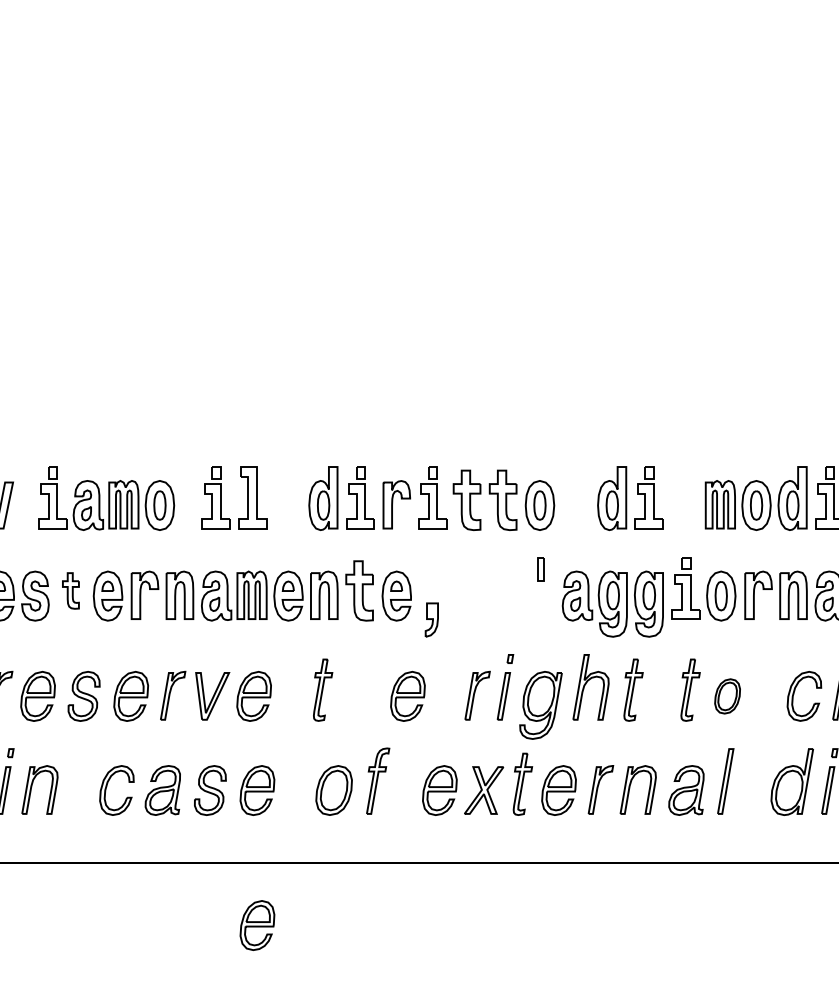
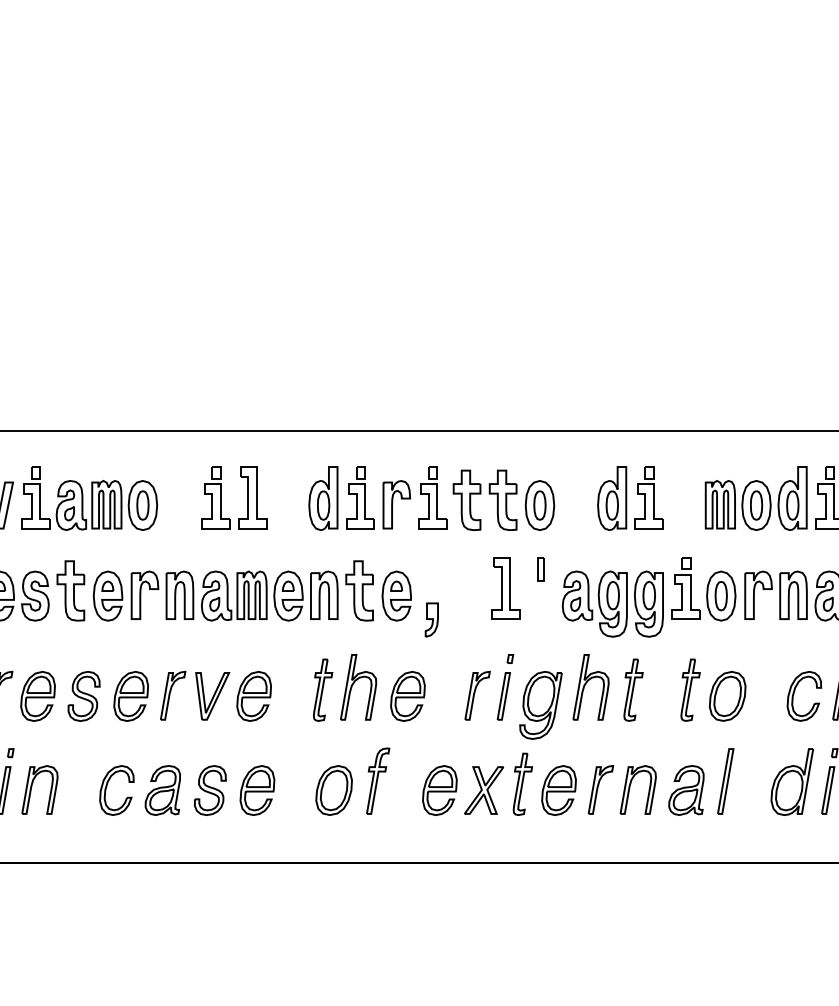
line at (418, 430): none -> present
part at (106, 498) position: (106, 498) -> (89, 498)
part at (505, 588): none -> present
part at (70, 590) size: 18x38 px -> 30x62 px
part at (358, 687): none -> present
part at (727, 696) size: 27x37 px -> 39x51 px
part at (257, 925): present -> none
